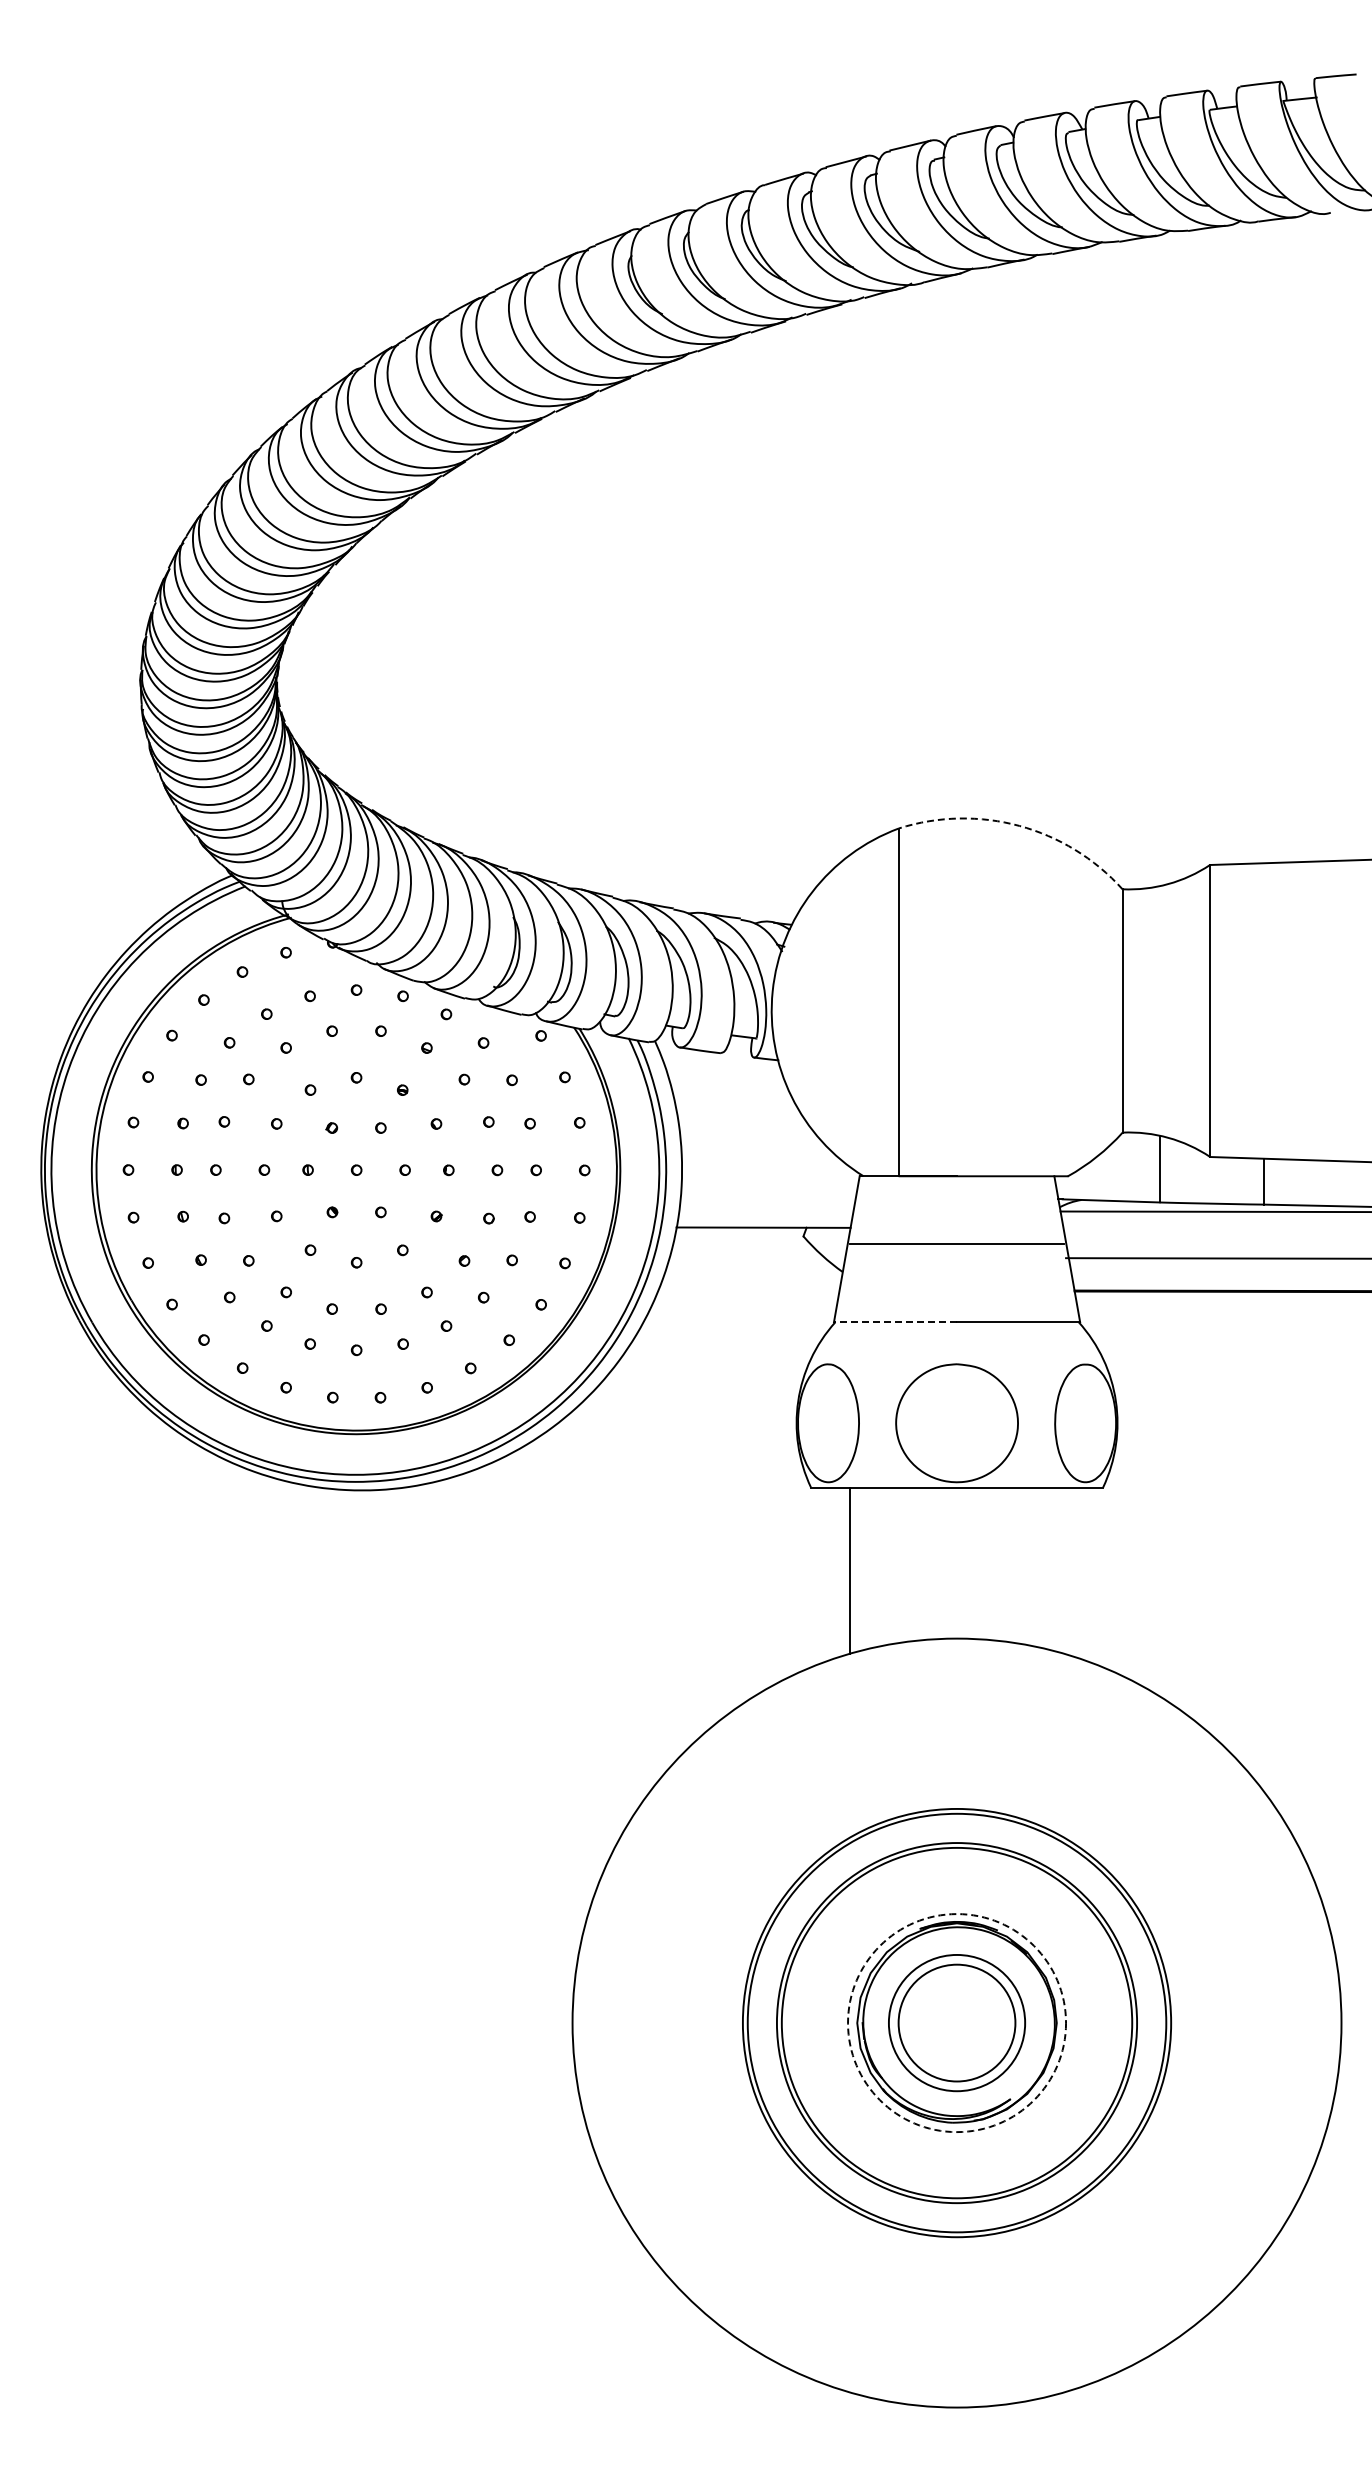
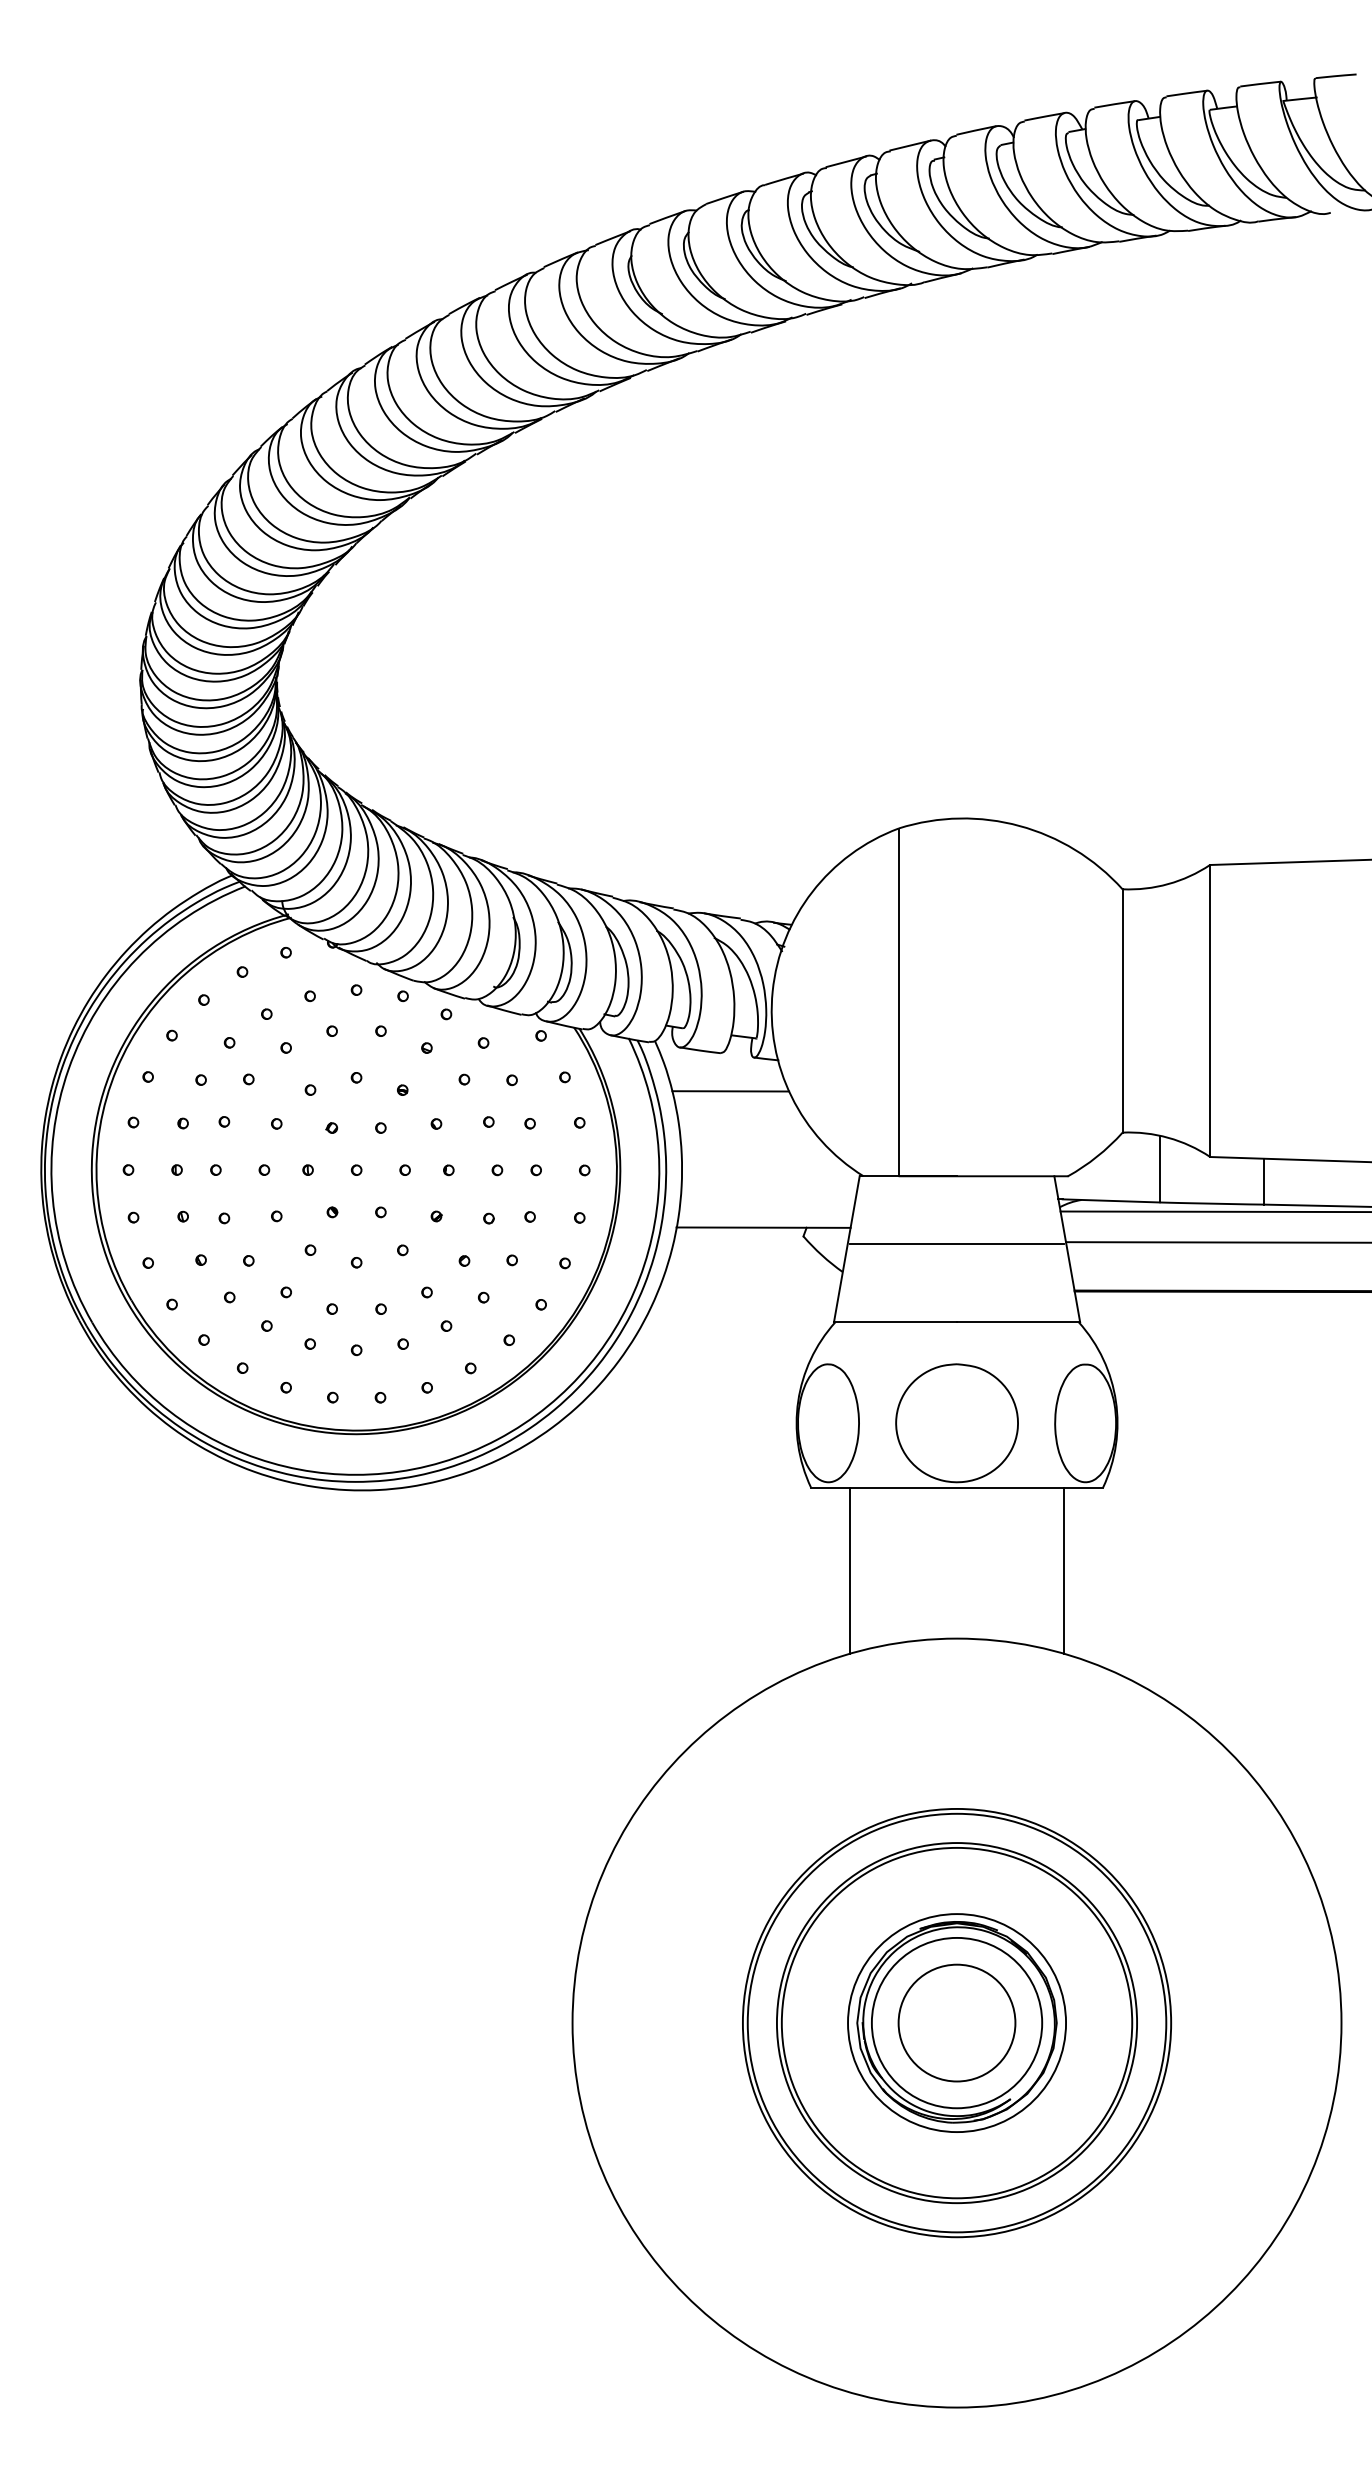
arc at (1019, 825): dashed -> solid
line at (730, 1091): none -> present
line at (1217, 1258) position: (1217, 1258) -> (1217, 1242)
line at (895, 1322): dashed -> solid
line at (1064, 1570): none -> present
circle at (956, 2022) diameter: 136 px -> 170 px
circle at (957, 2023): dashed -> solid
